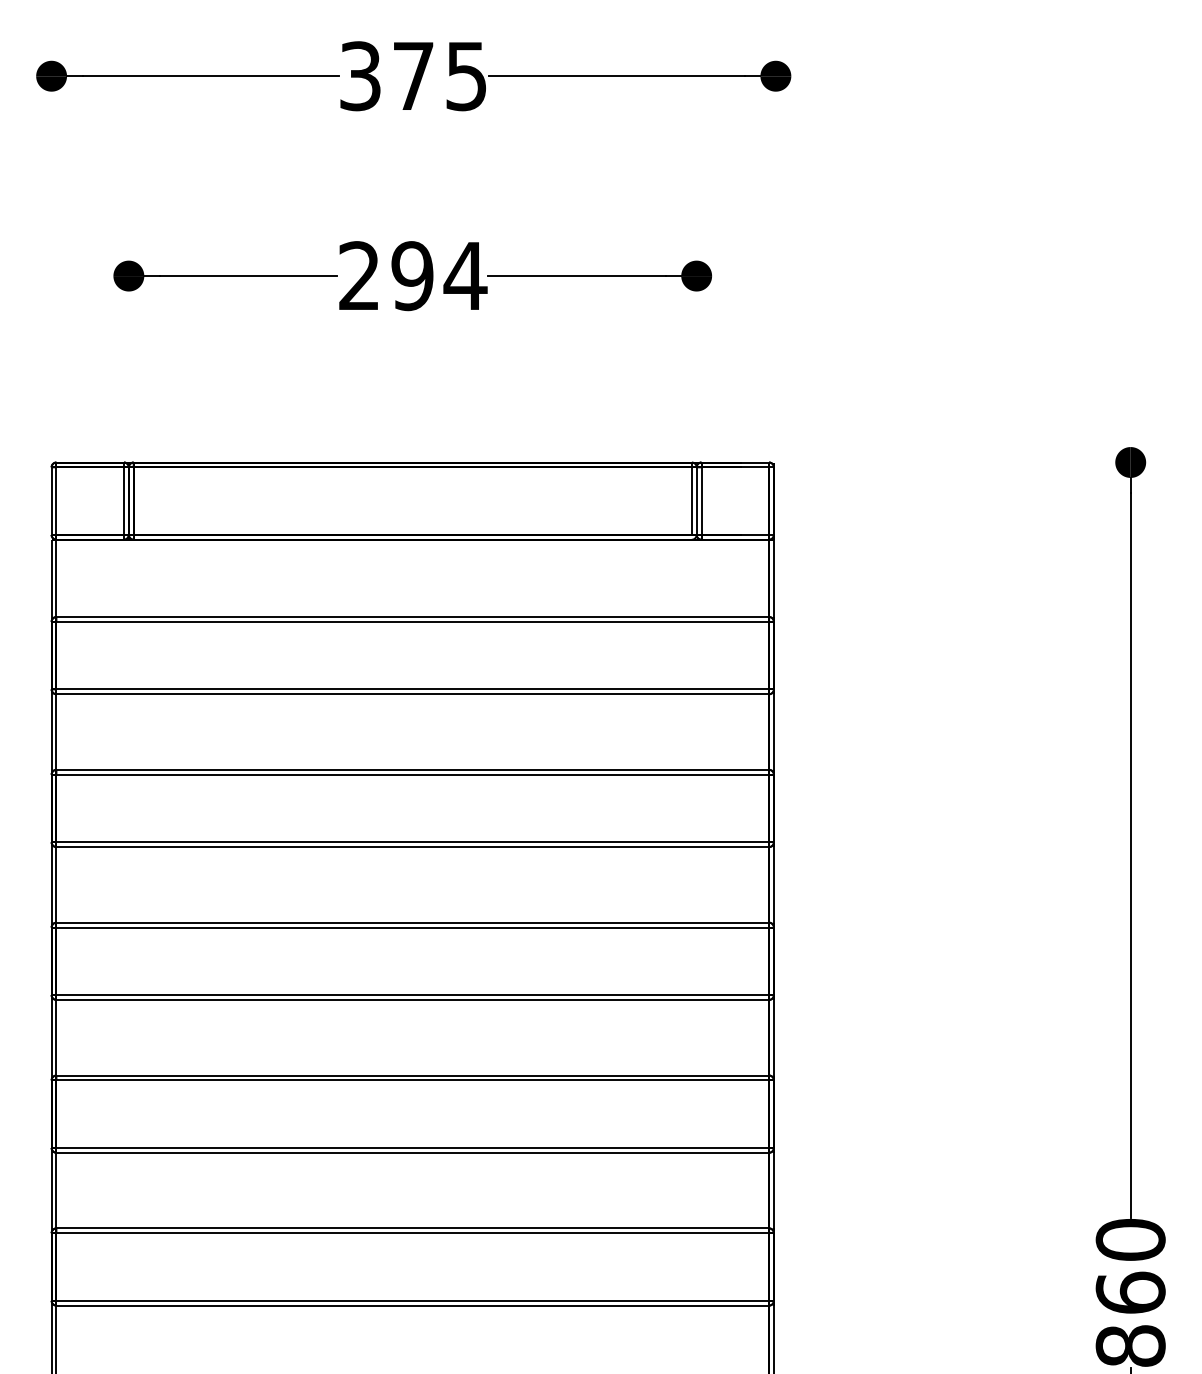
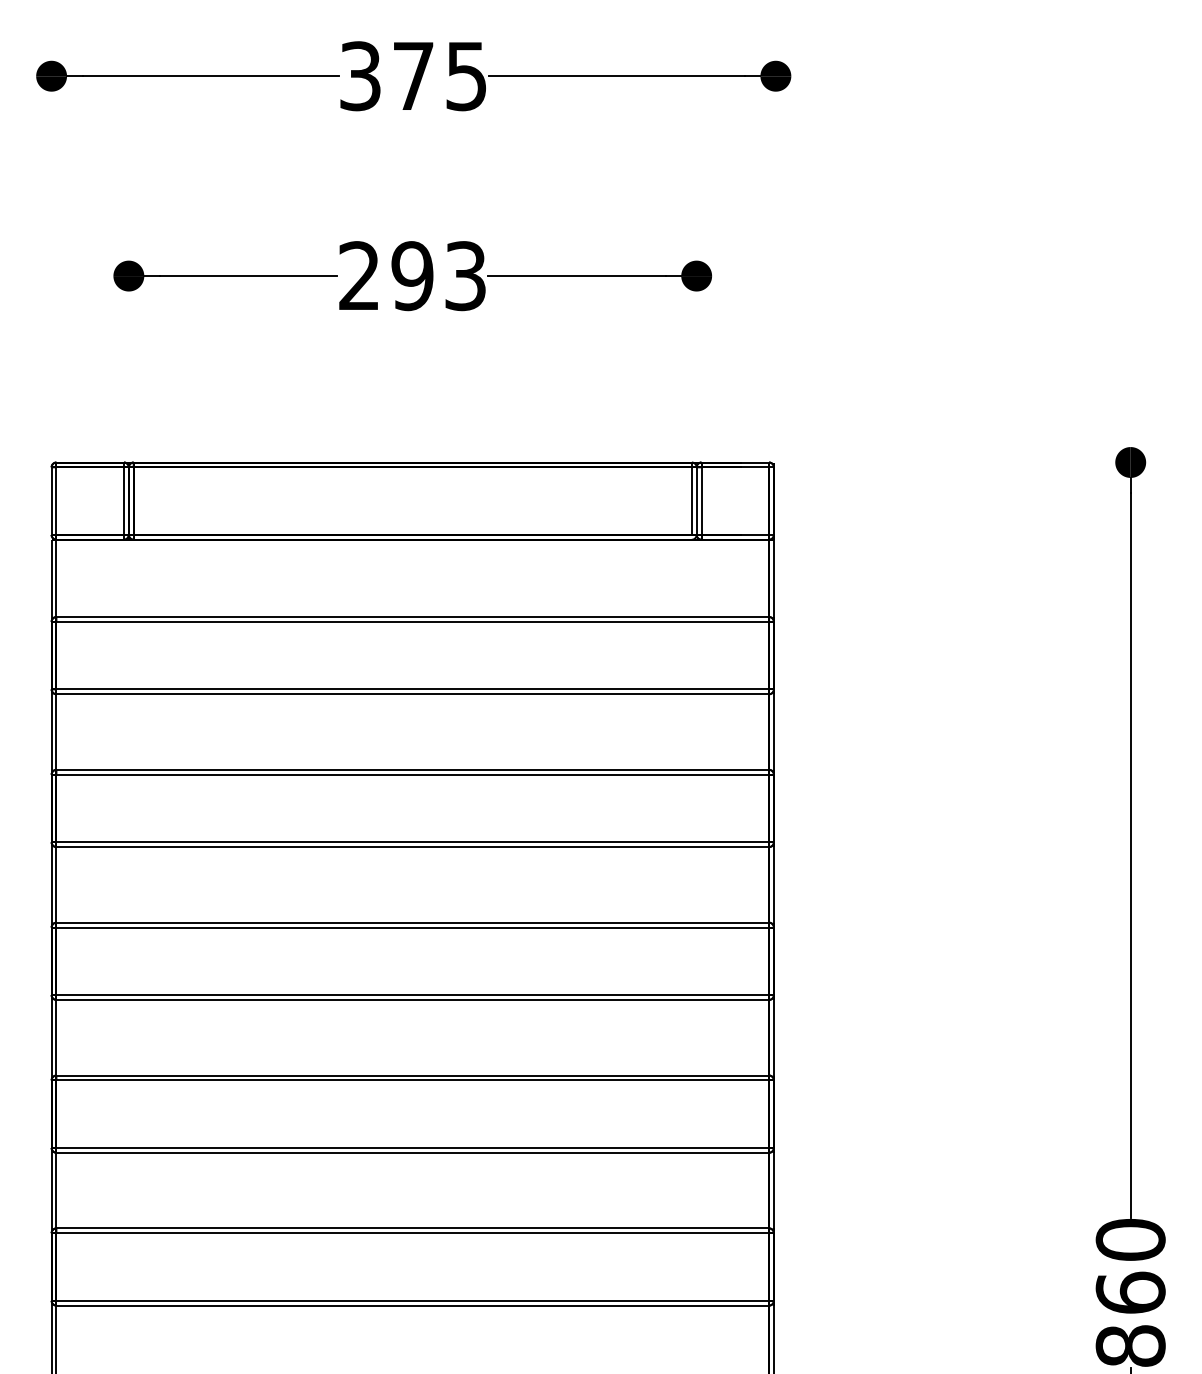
text at (465, 276): 294 -> 293
